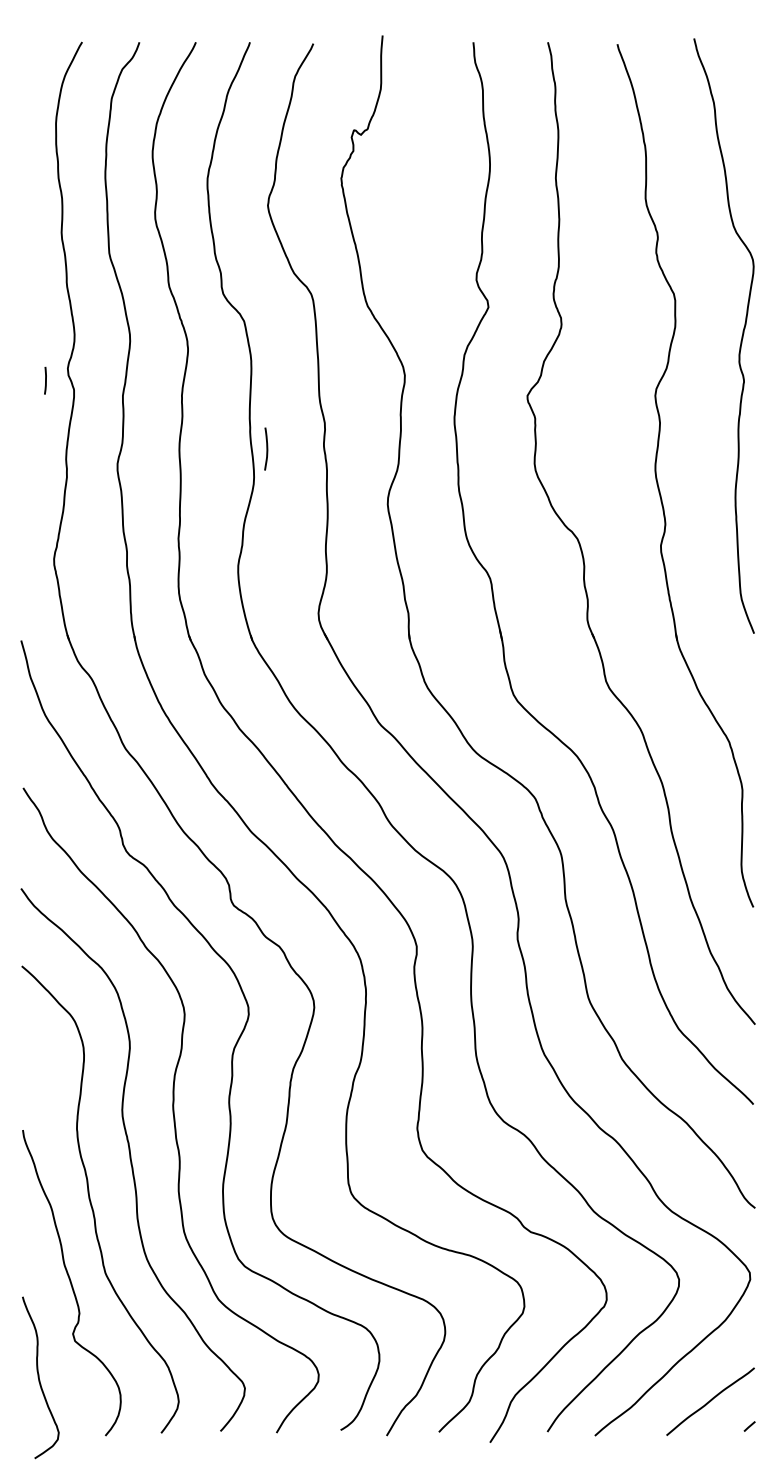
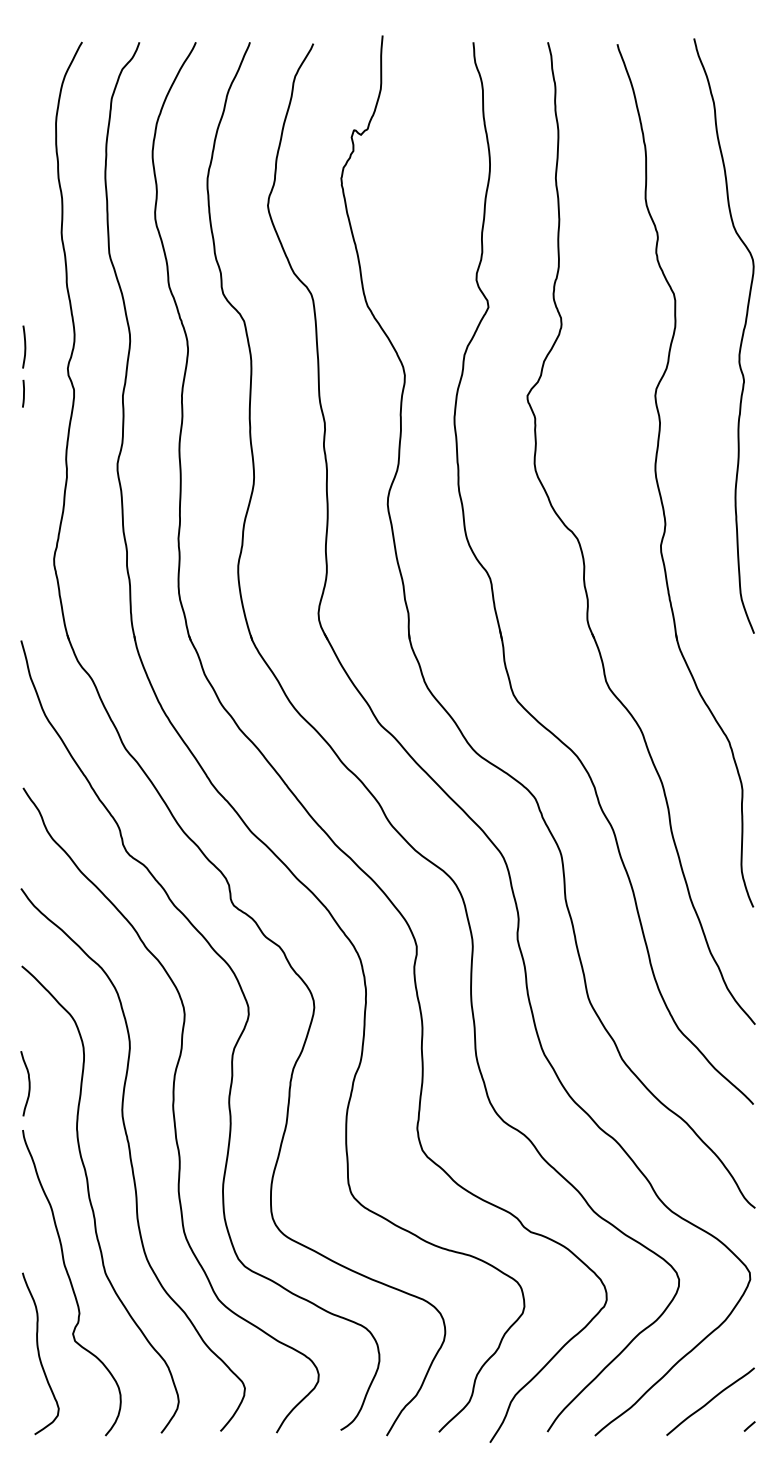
line at (45, 380) position: (45, 380) -> (23, 393)
curve at (266, 448) position: (266, 448) -> (24, 346)
curve at (28, 1083): none -> present
curve at (39, 1377) position: (39, 1377) -> (39, 1353)
